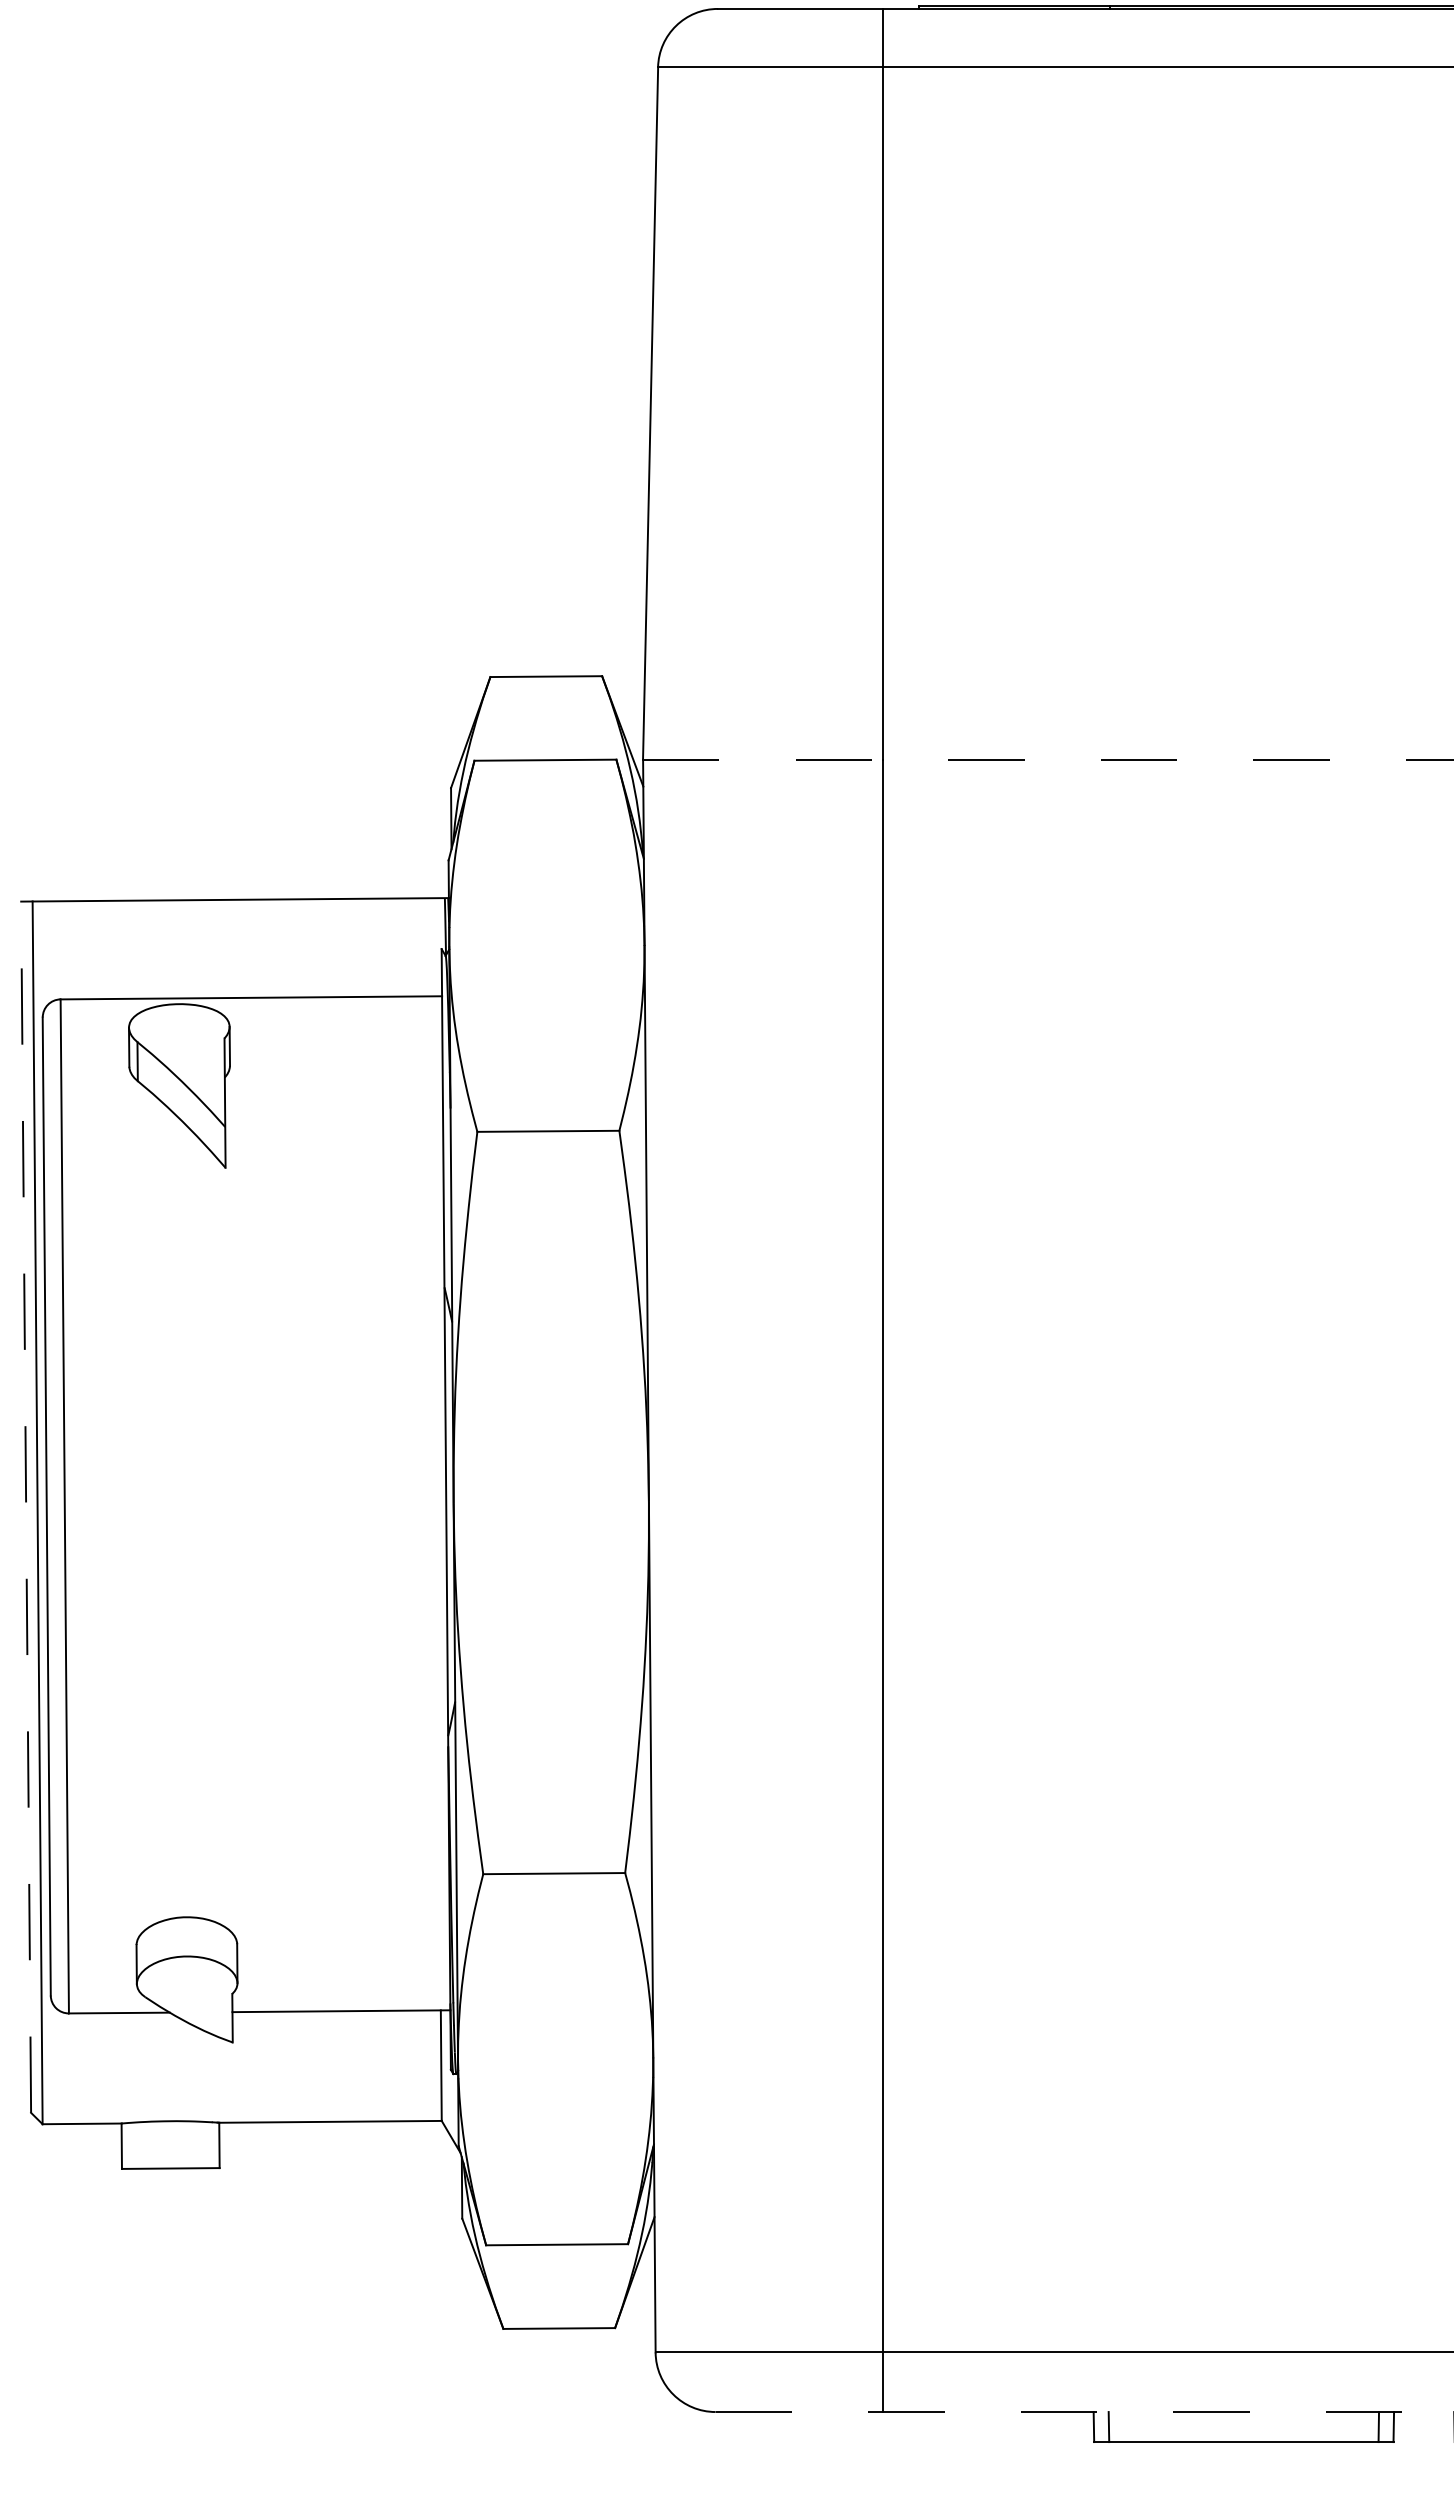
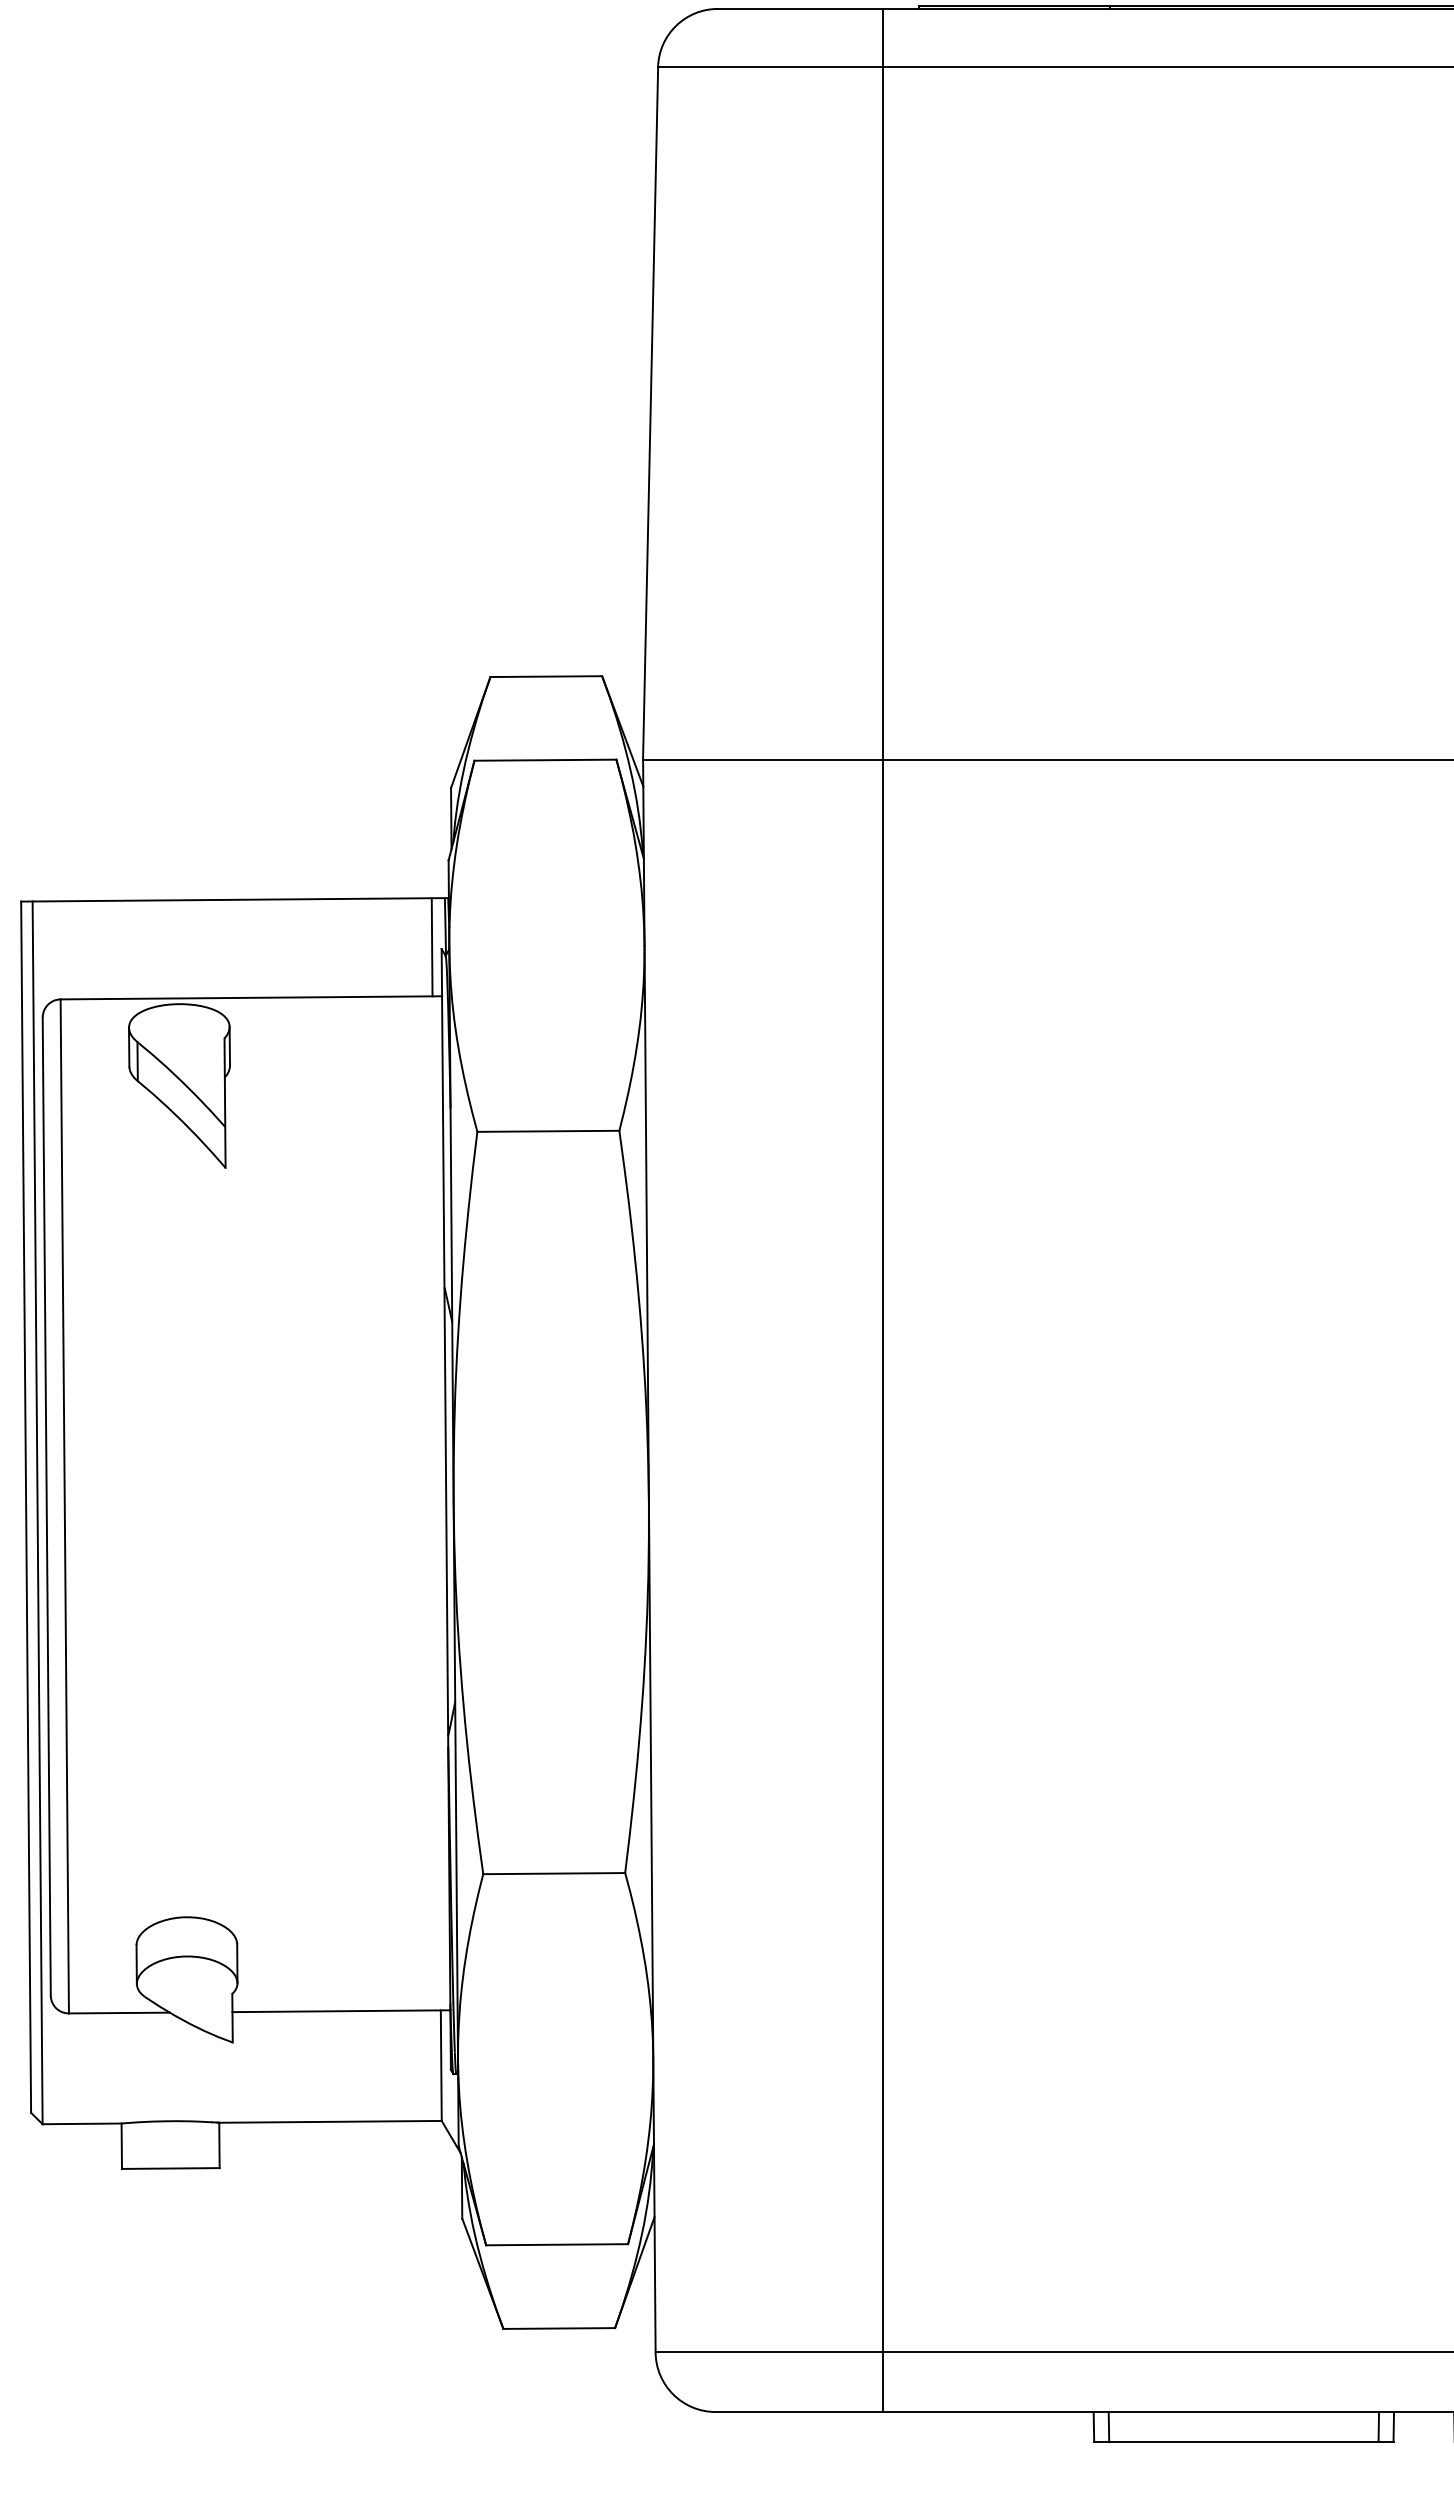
line at (1049, 759): dashed -> solid
line at (431, 947): none -> present
line at (26, 1507): dashed -> solid
line at (1084, 2412): dashed -> solid
